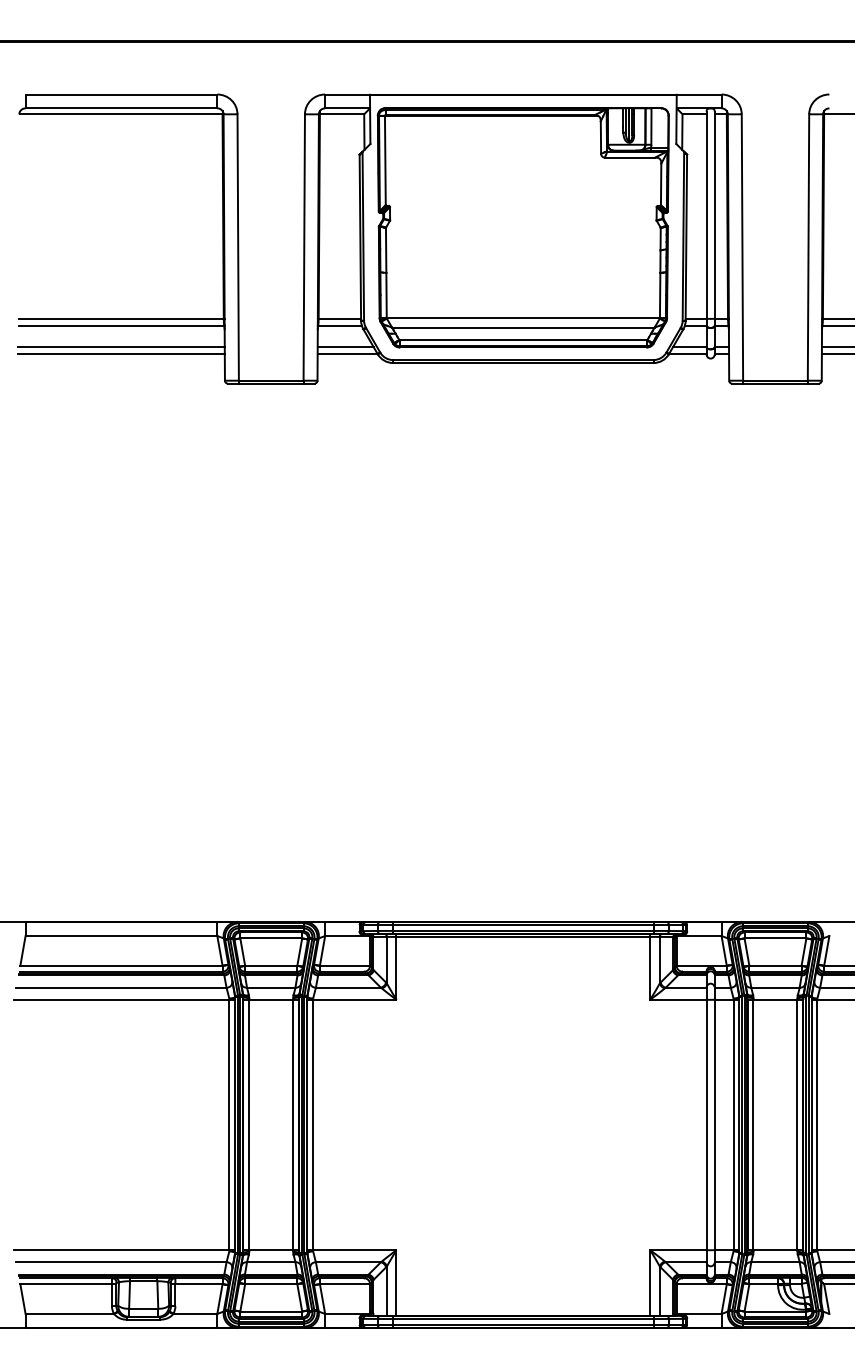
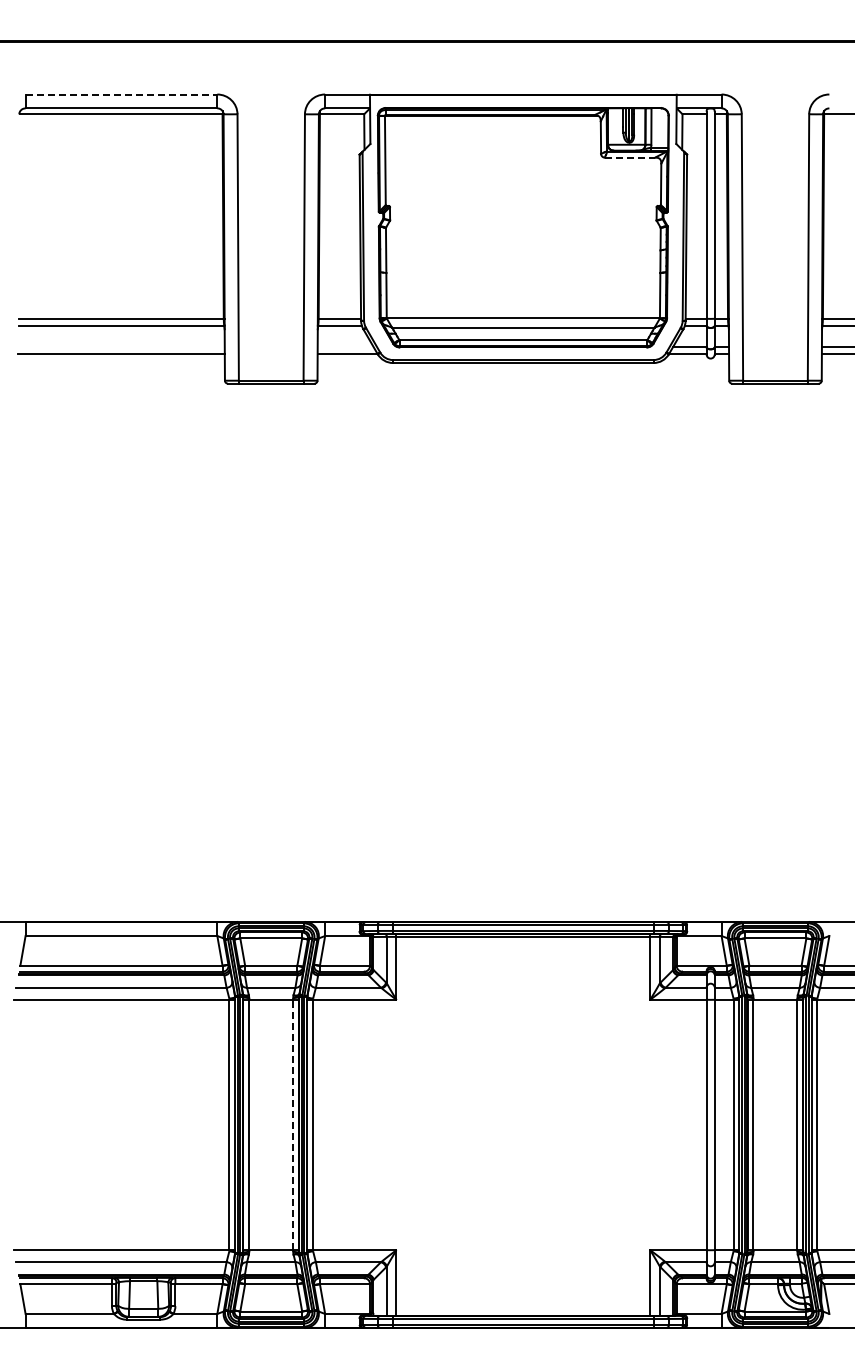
line at (121, 94): solid -> dashed
line at (630, 157): solid -> dashed
line at (121, 347): present -> none
line at (345, 347): present -> none
line at (293, 1124): solid -> dashed
